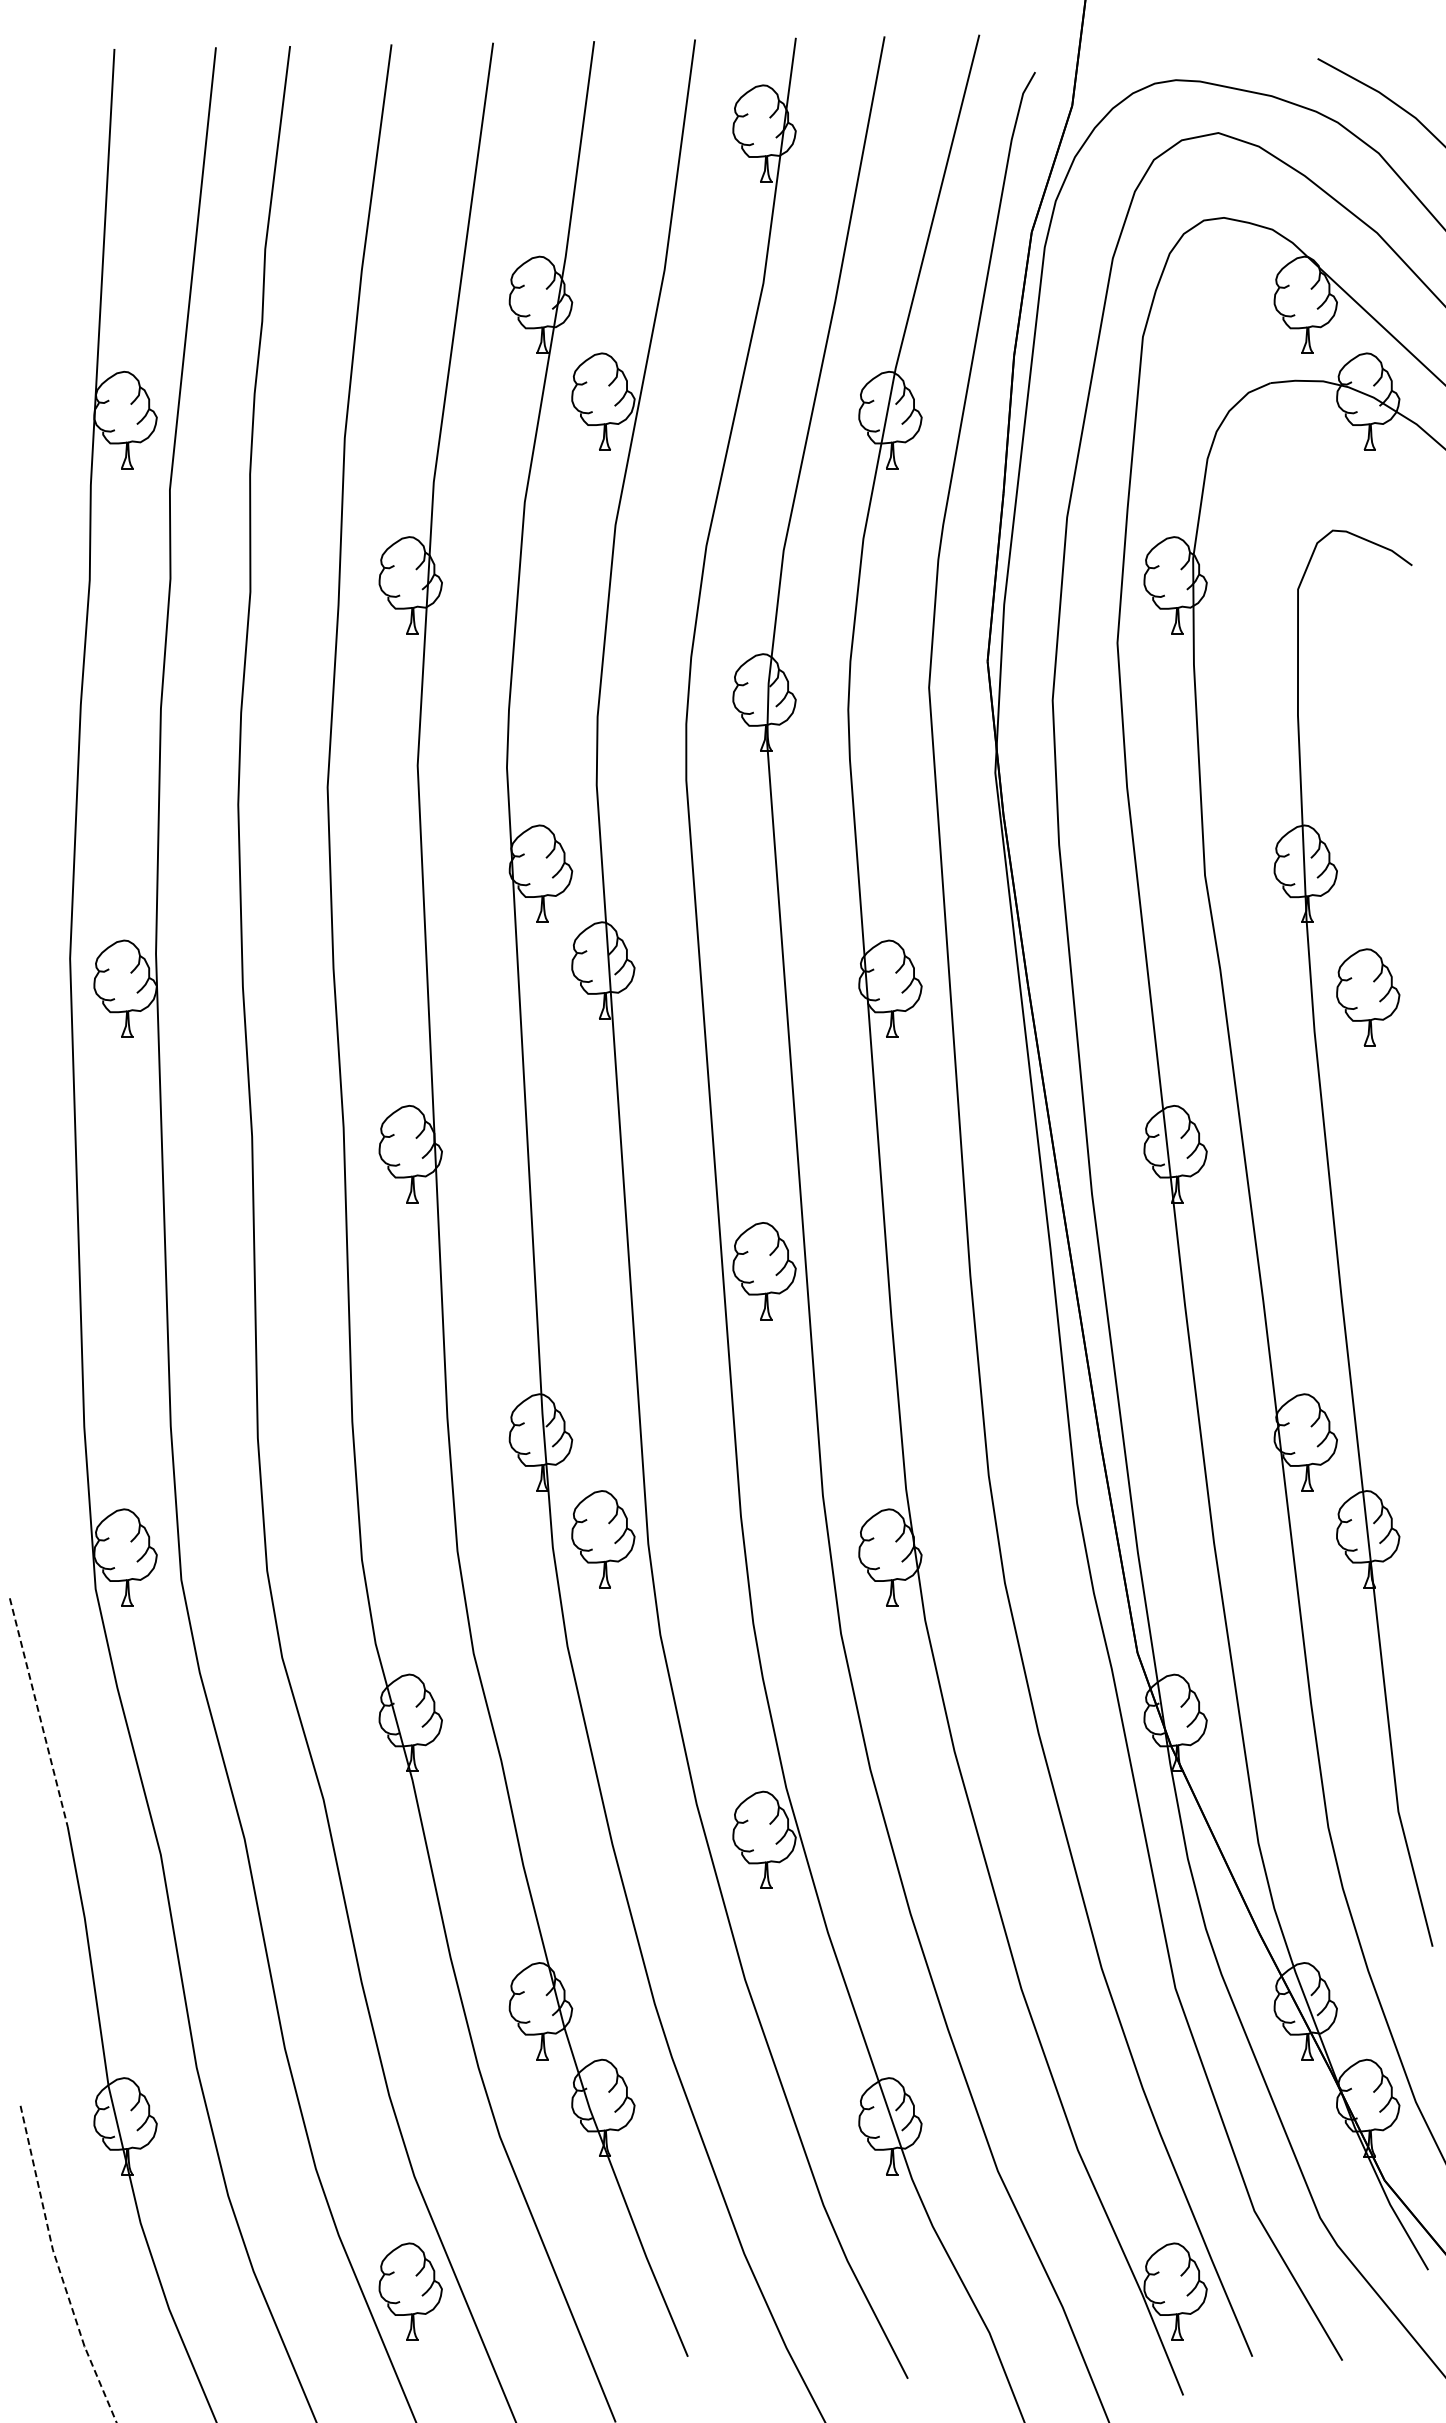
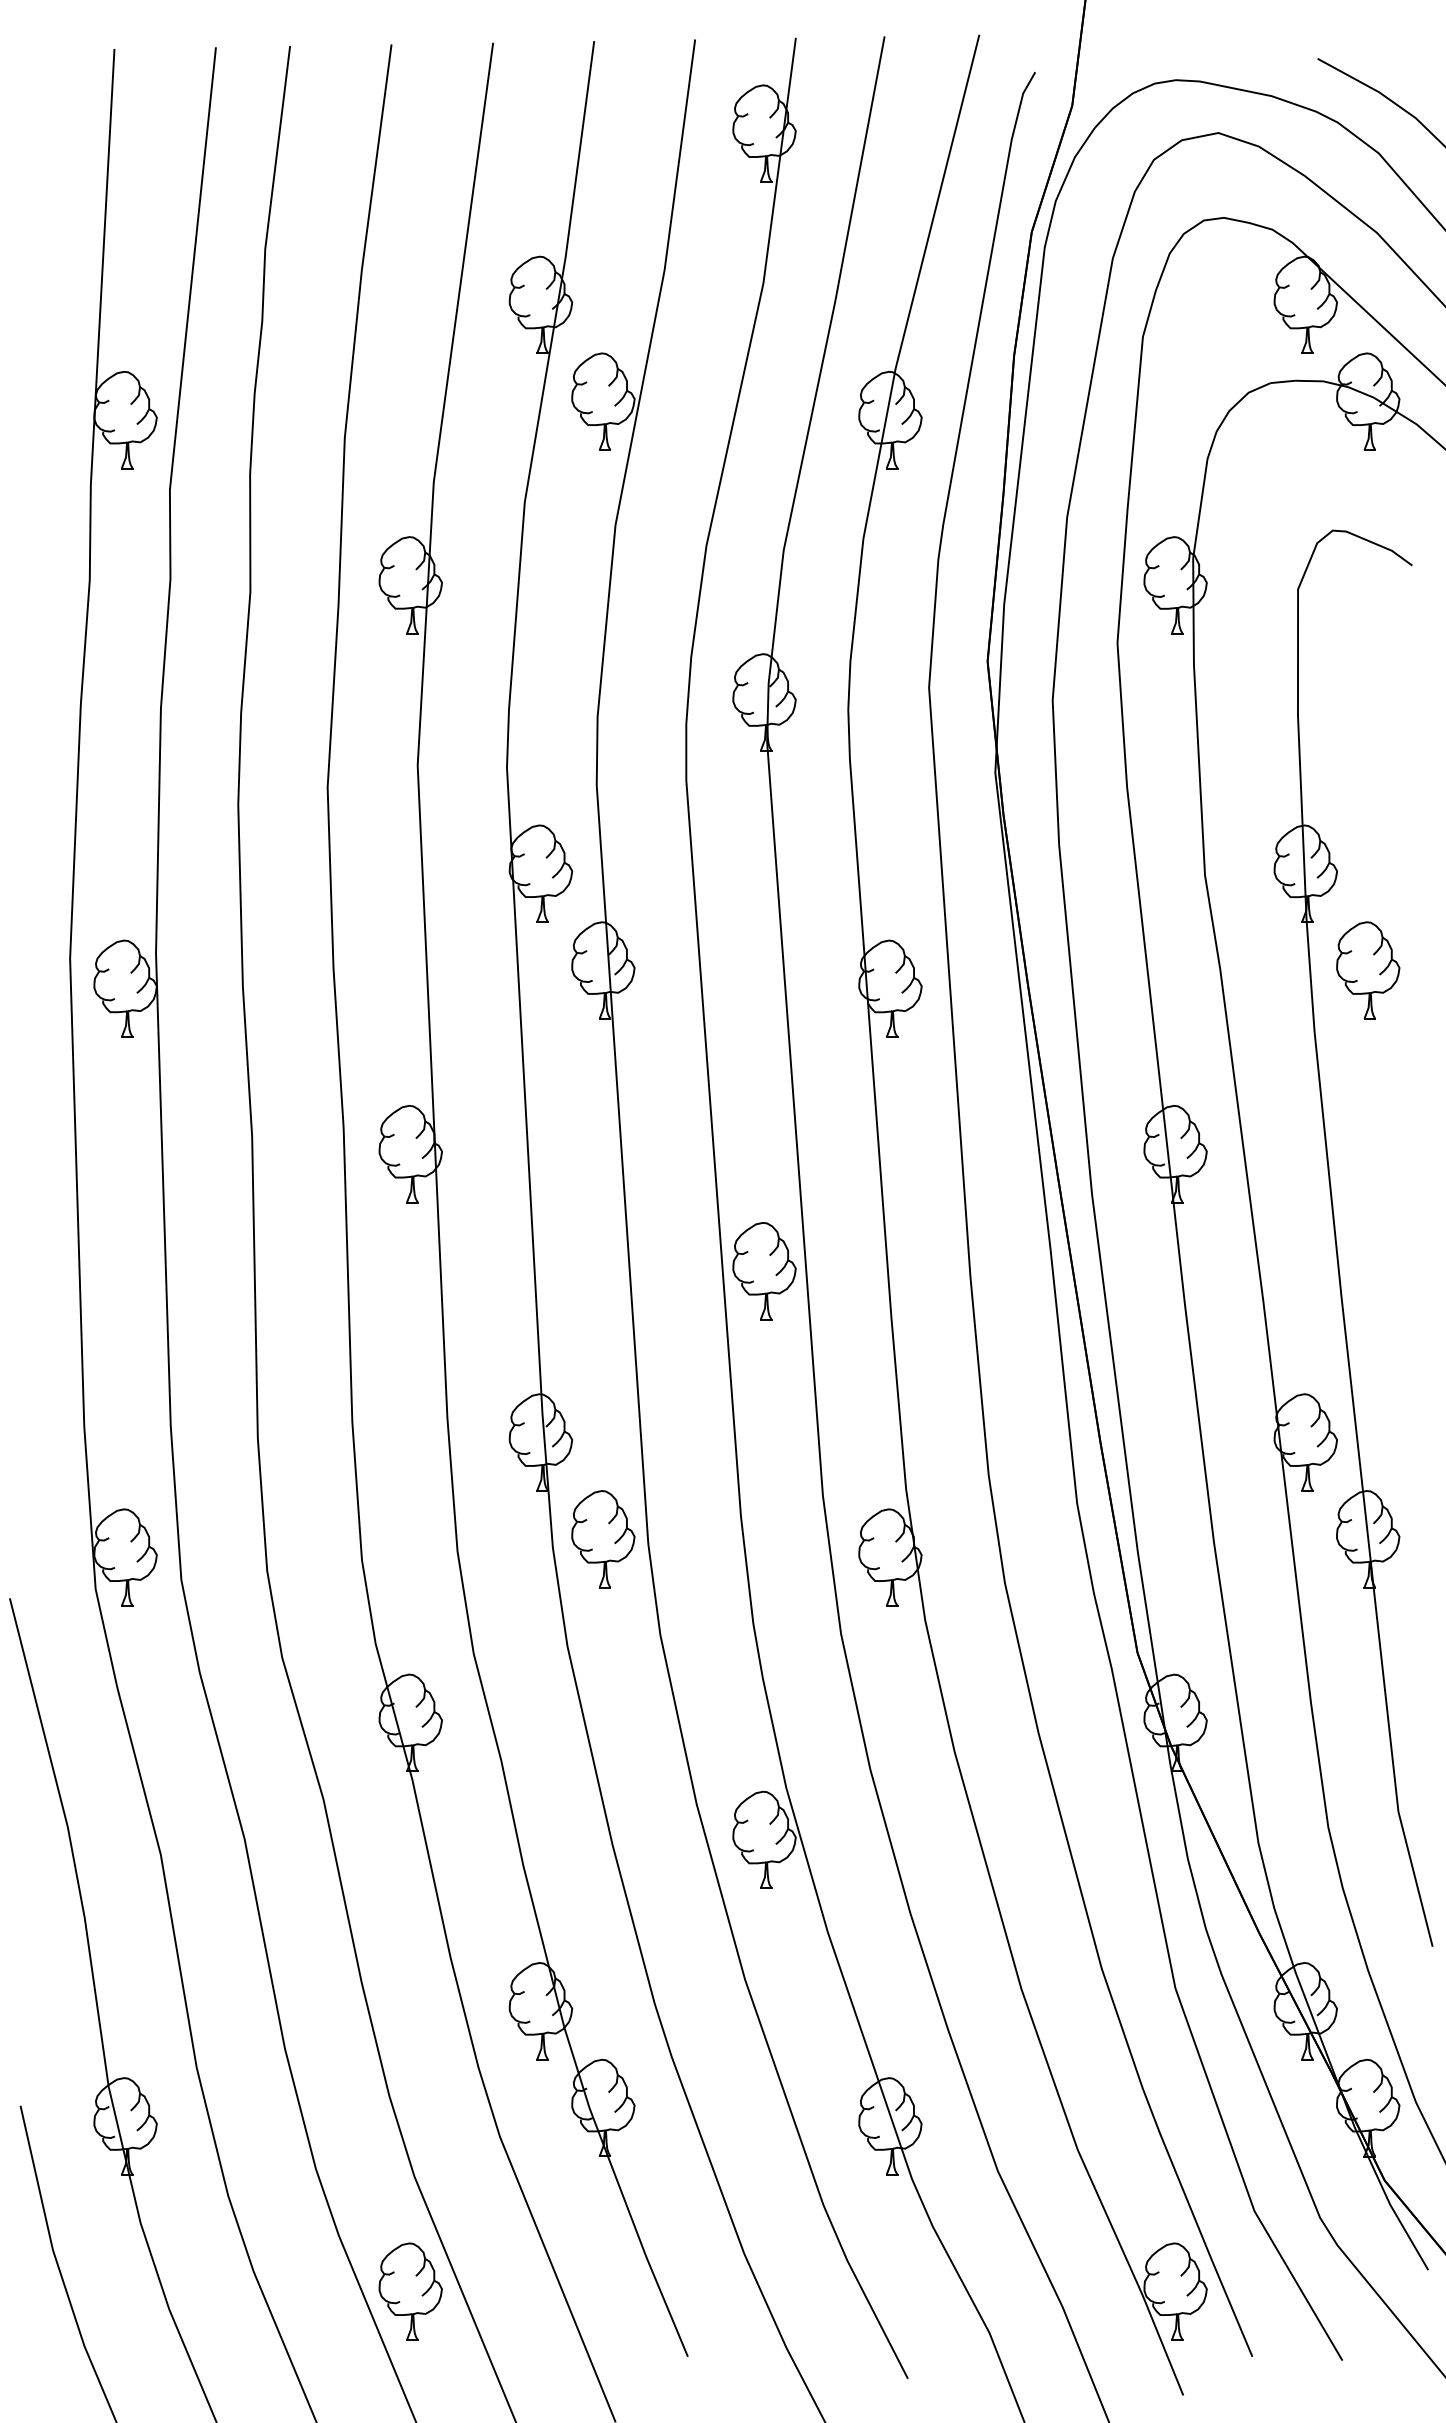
part at (1368, 997) position: (1368, 997) -> (1368, 970)
line at (38, 1712): dashed -> solid
line at (58, 2267): dashed -> solid
